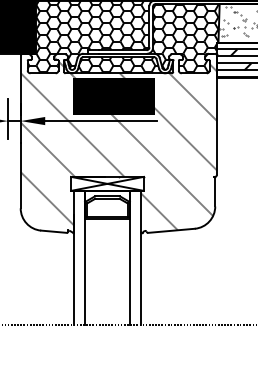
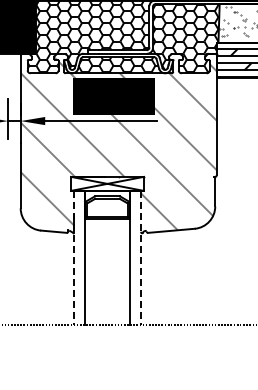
line at (73, 258): solid -> dashed
line at (141, 258): solid -> dashed
